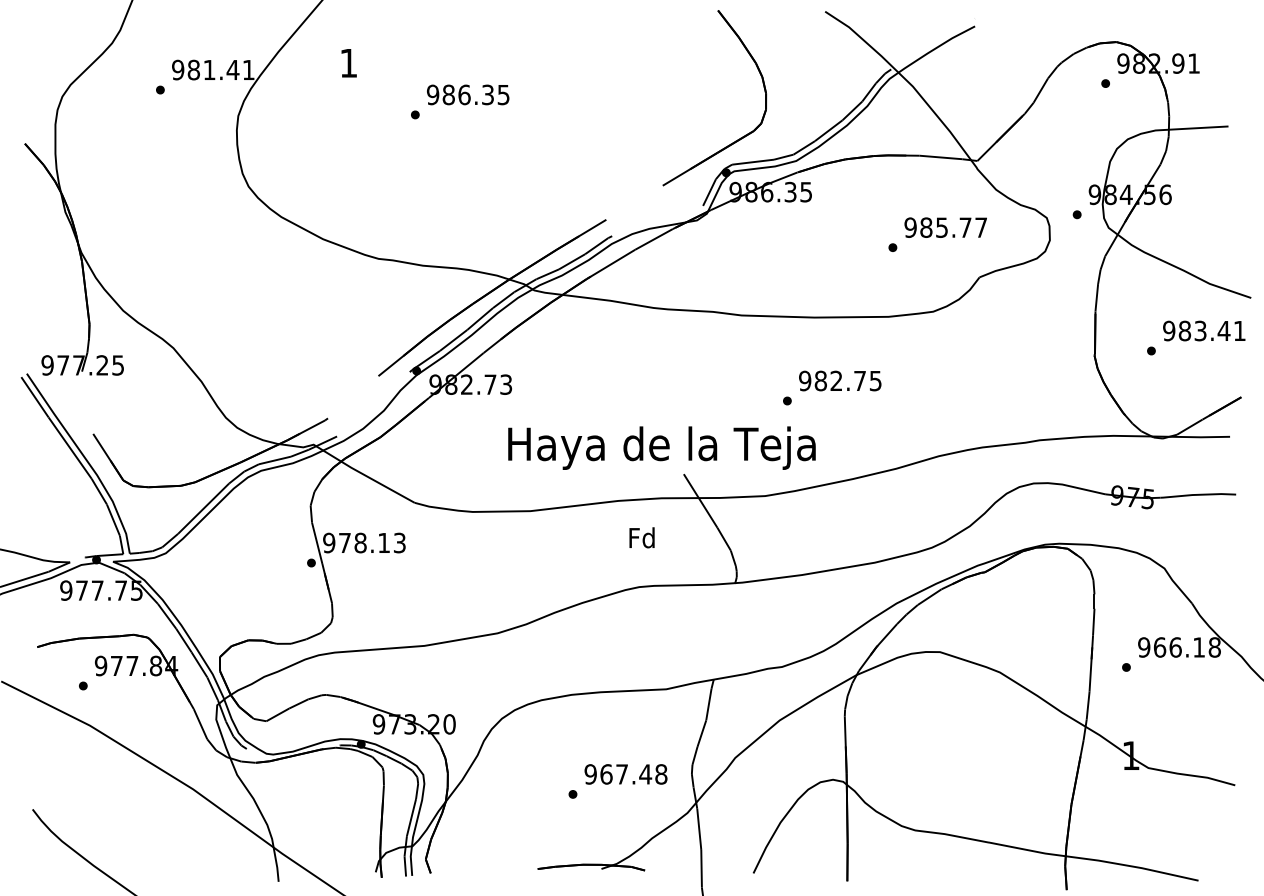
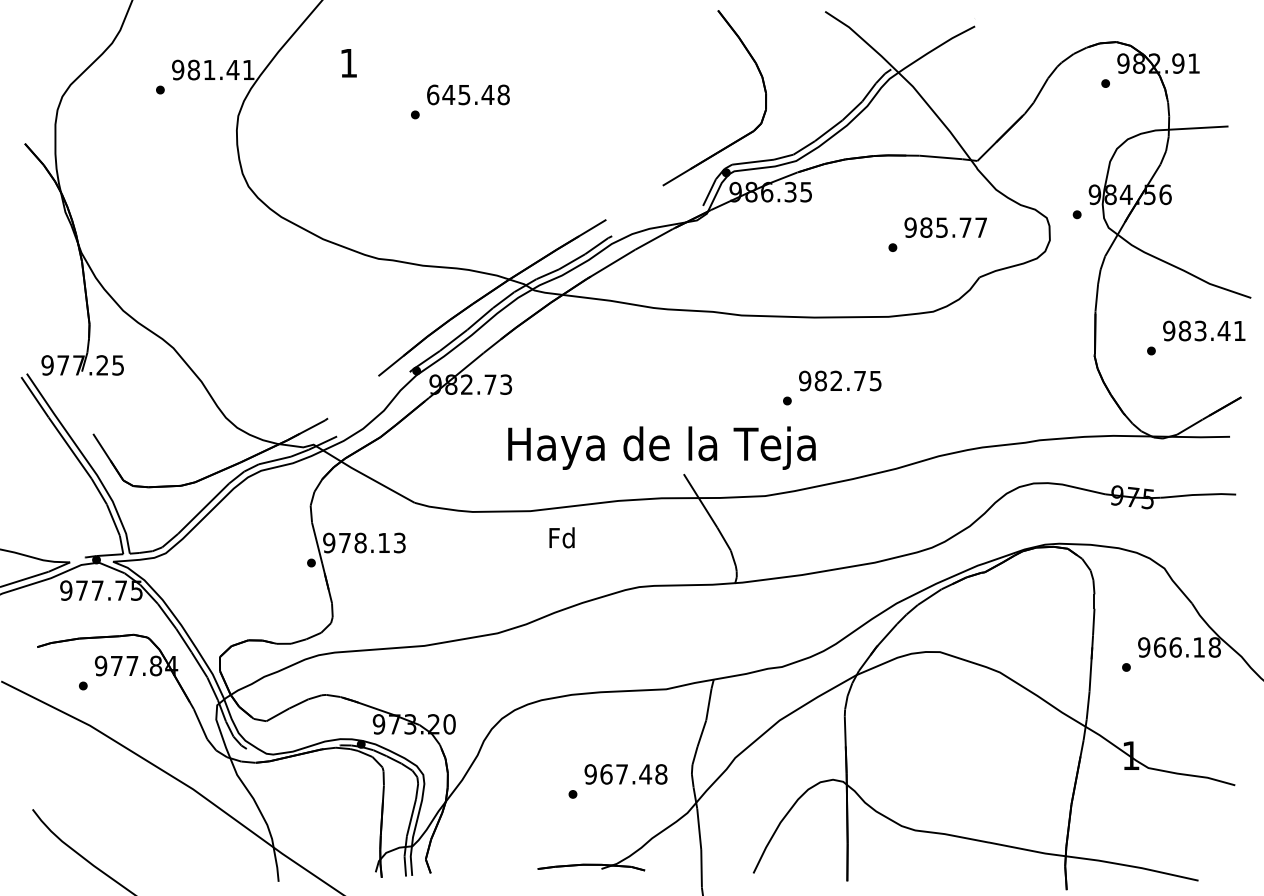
text at (467, 94): 986.35 -> 645.48
text at (641, 537) position: (641, 537) -> (561, 537)
